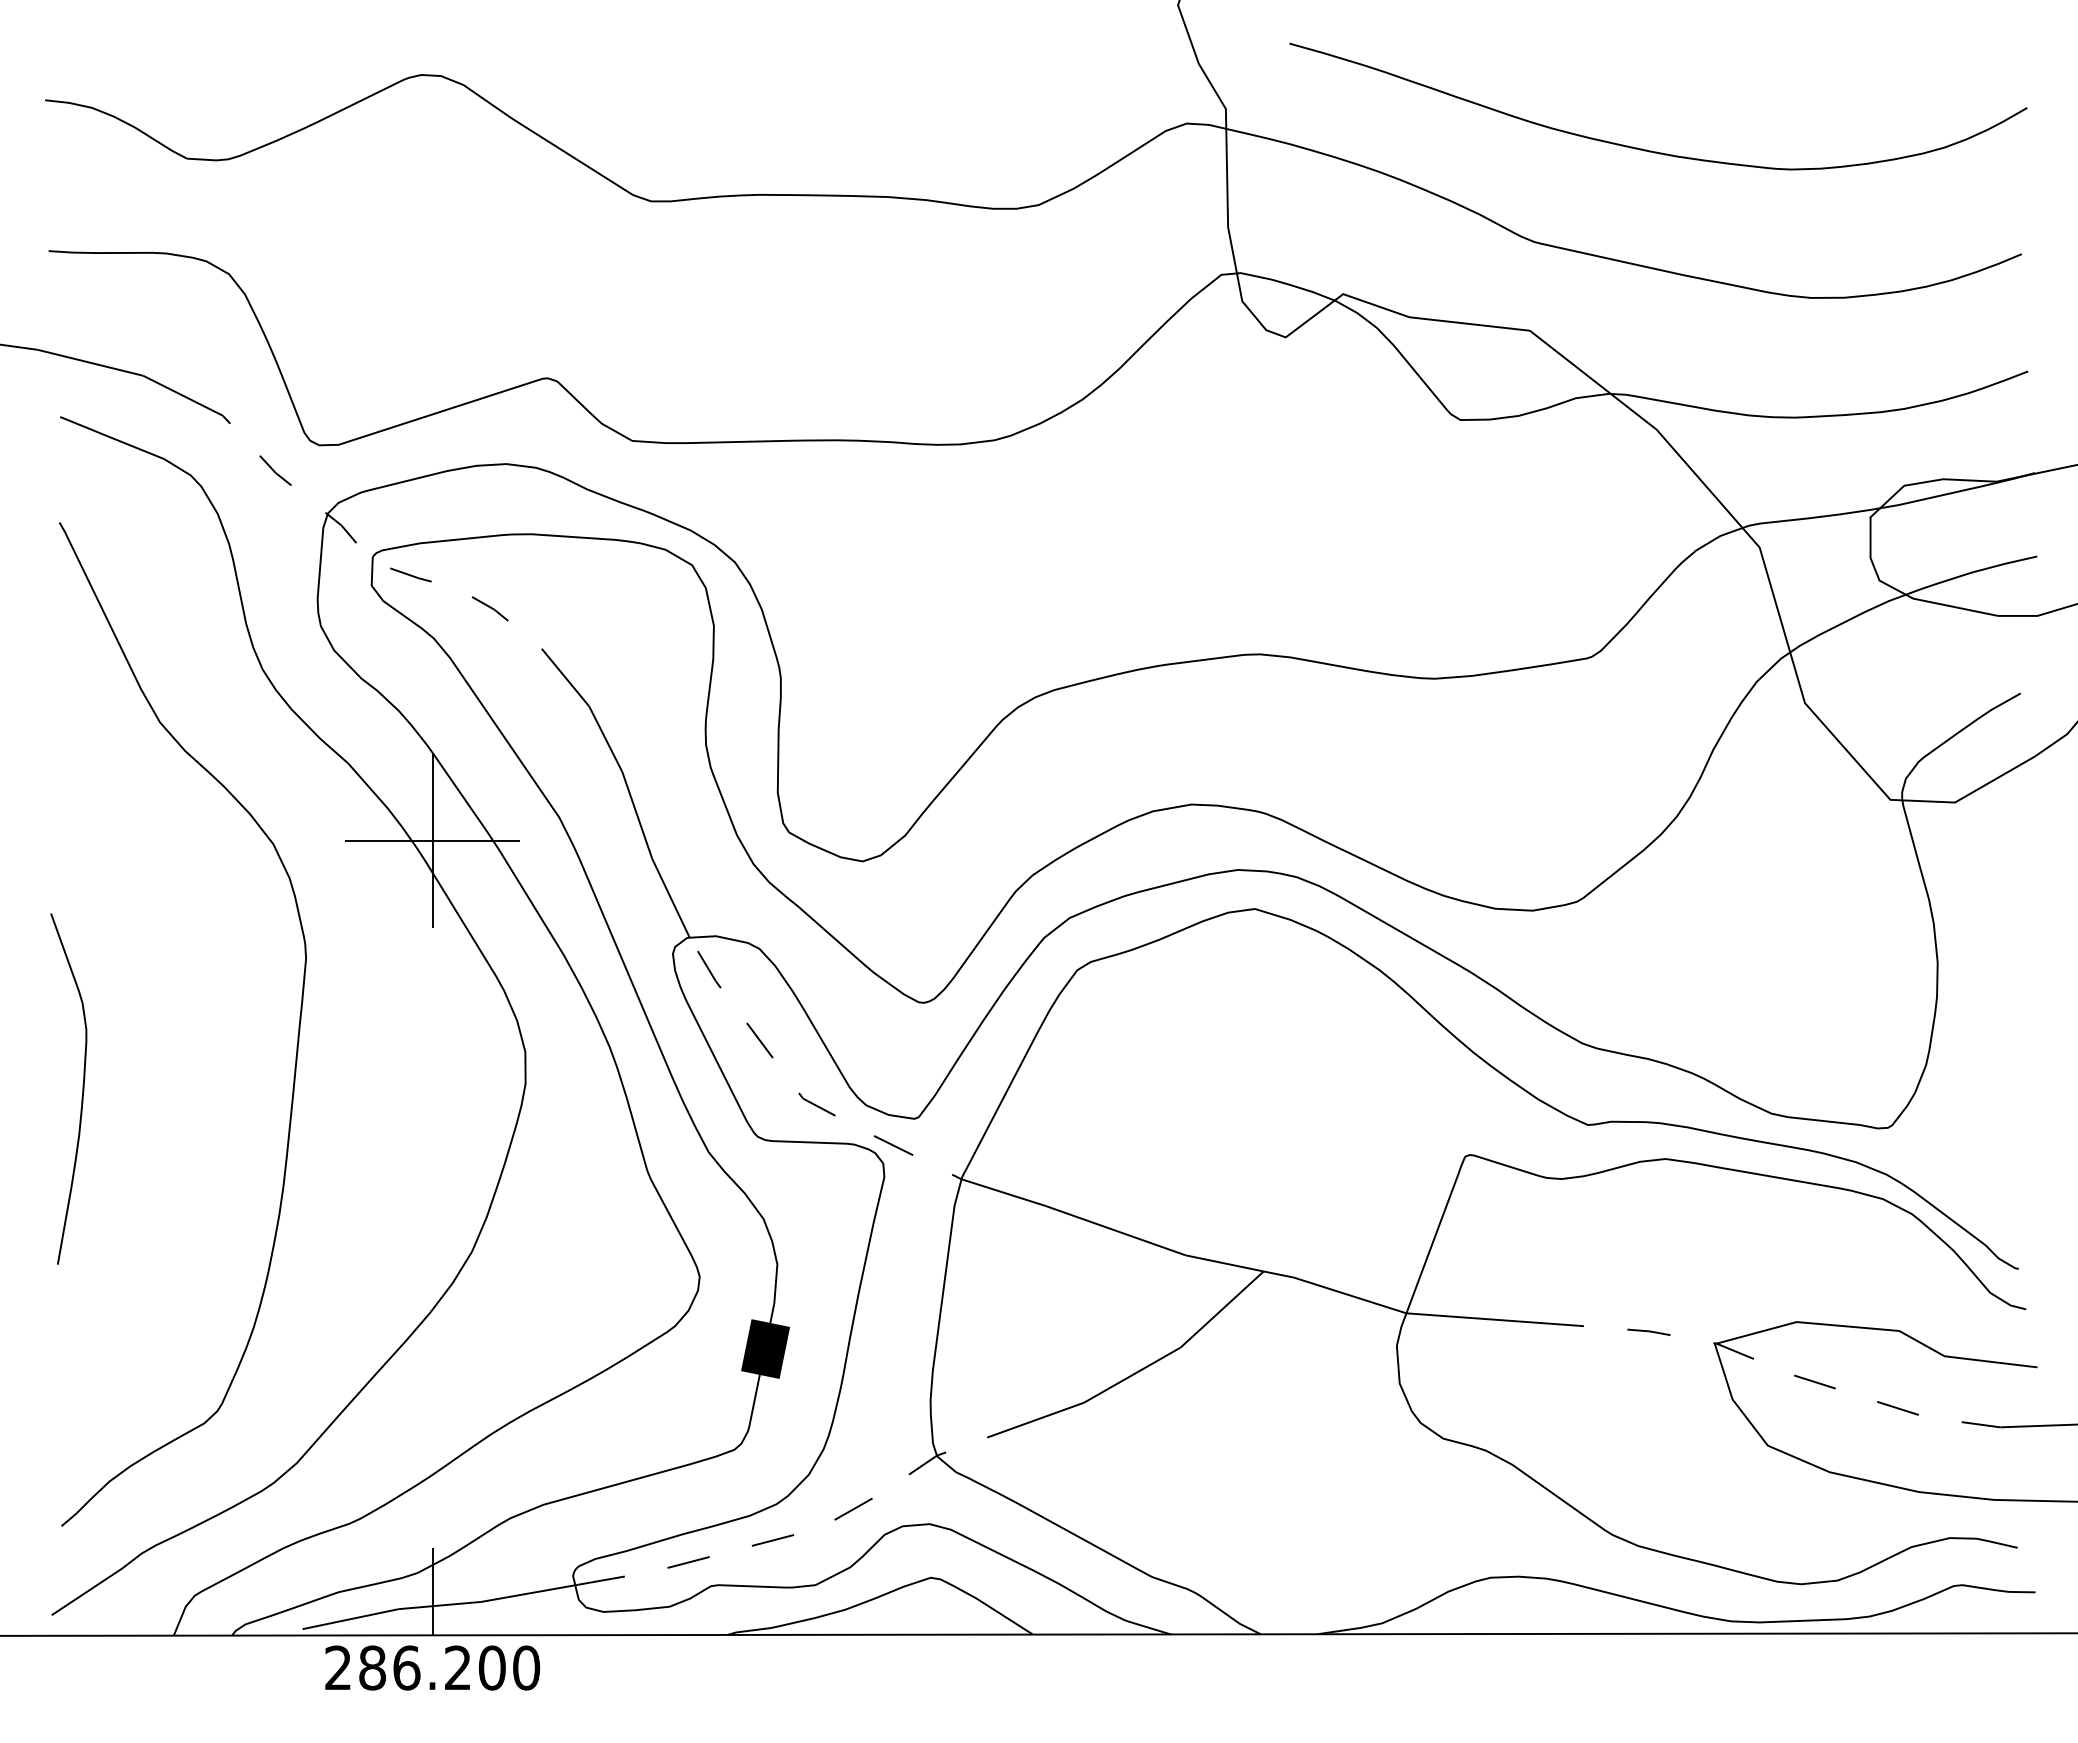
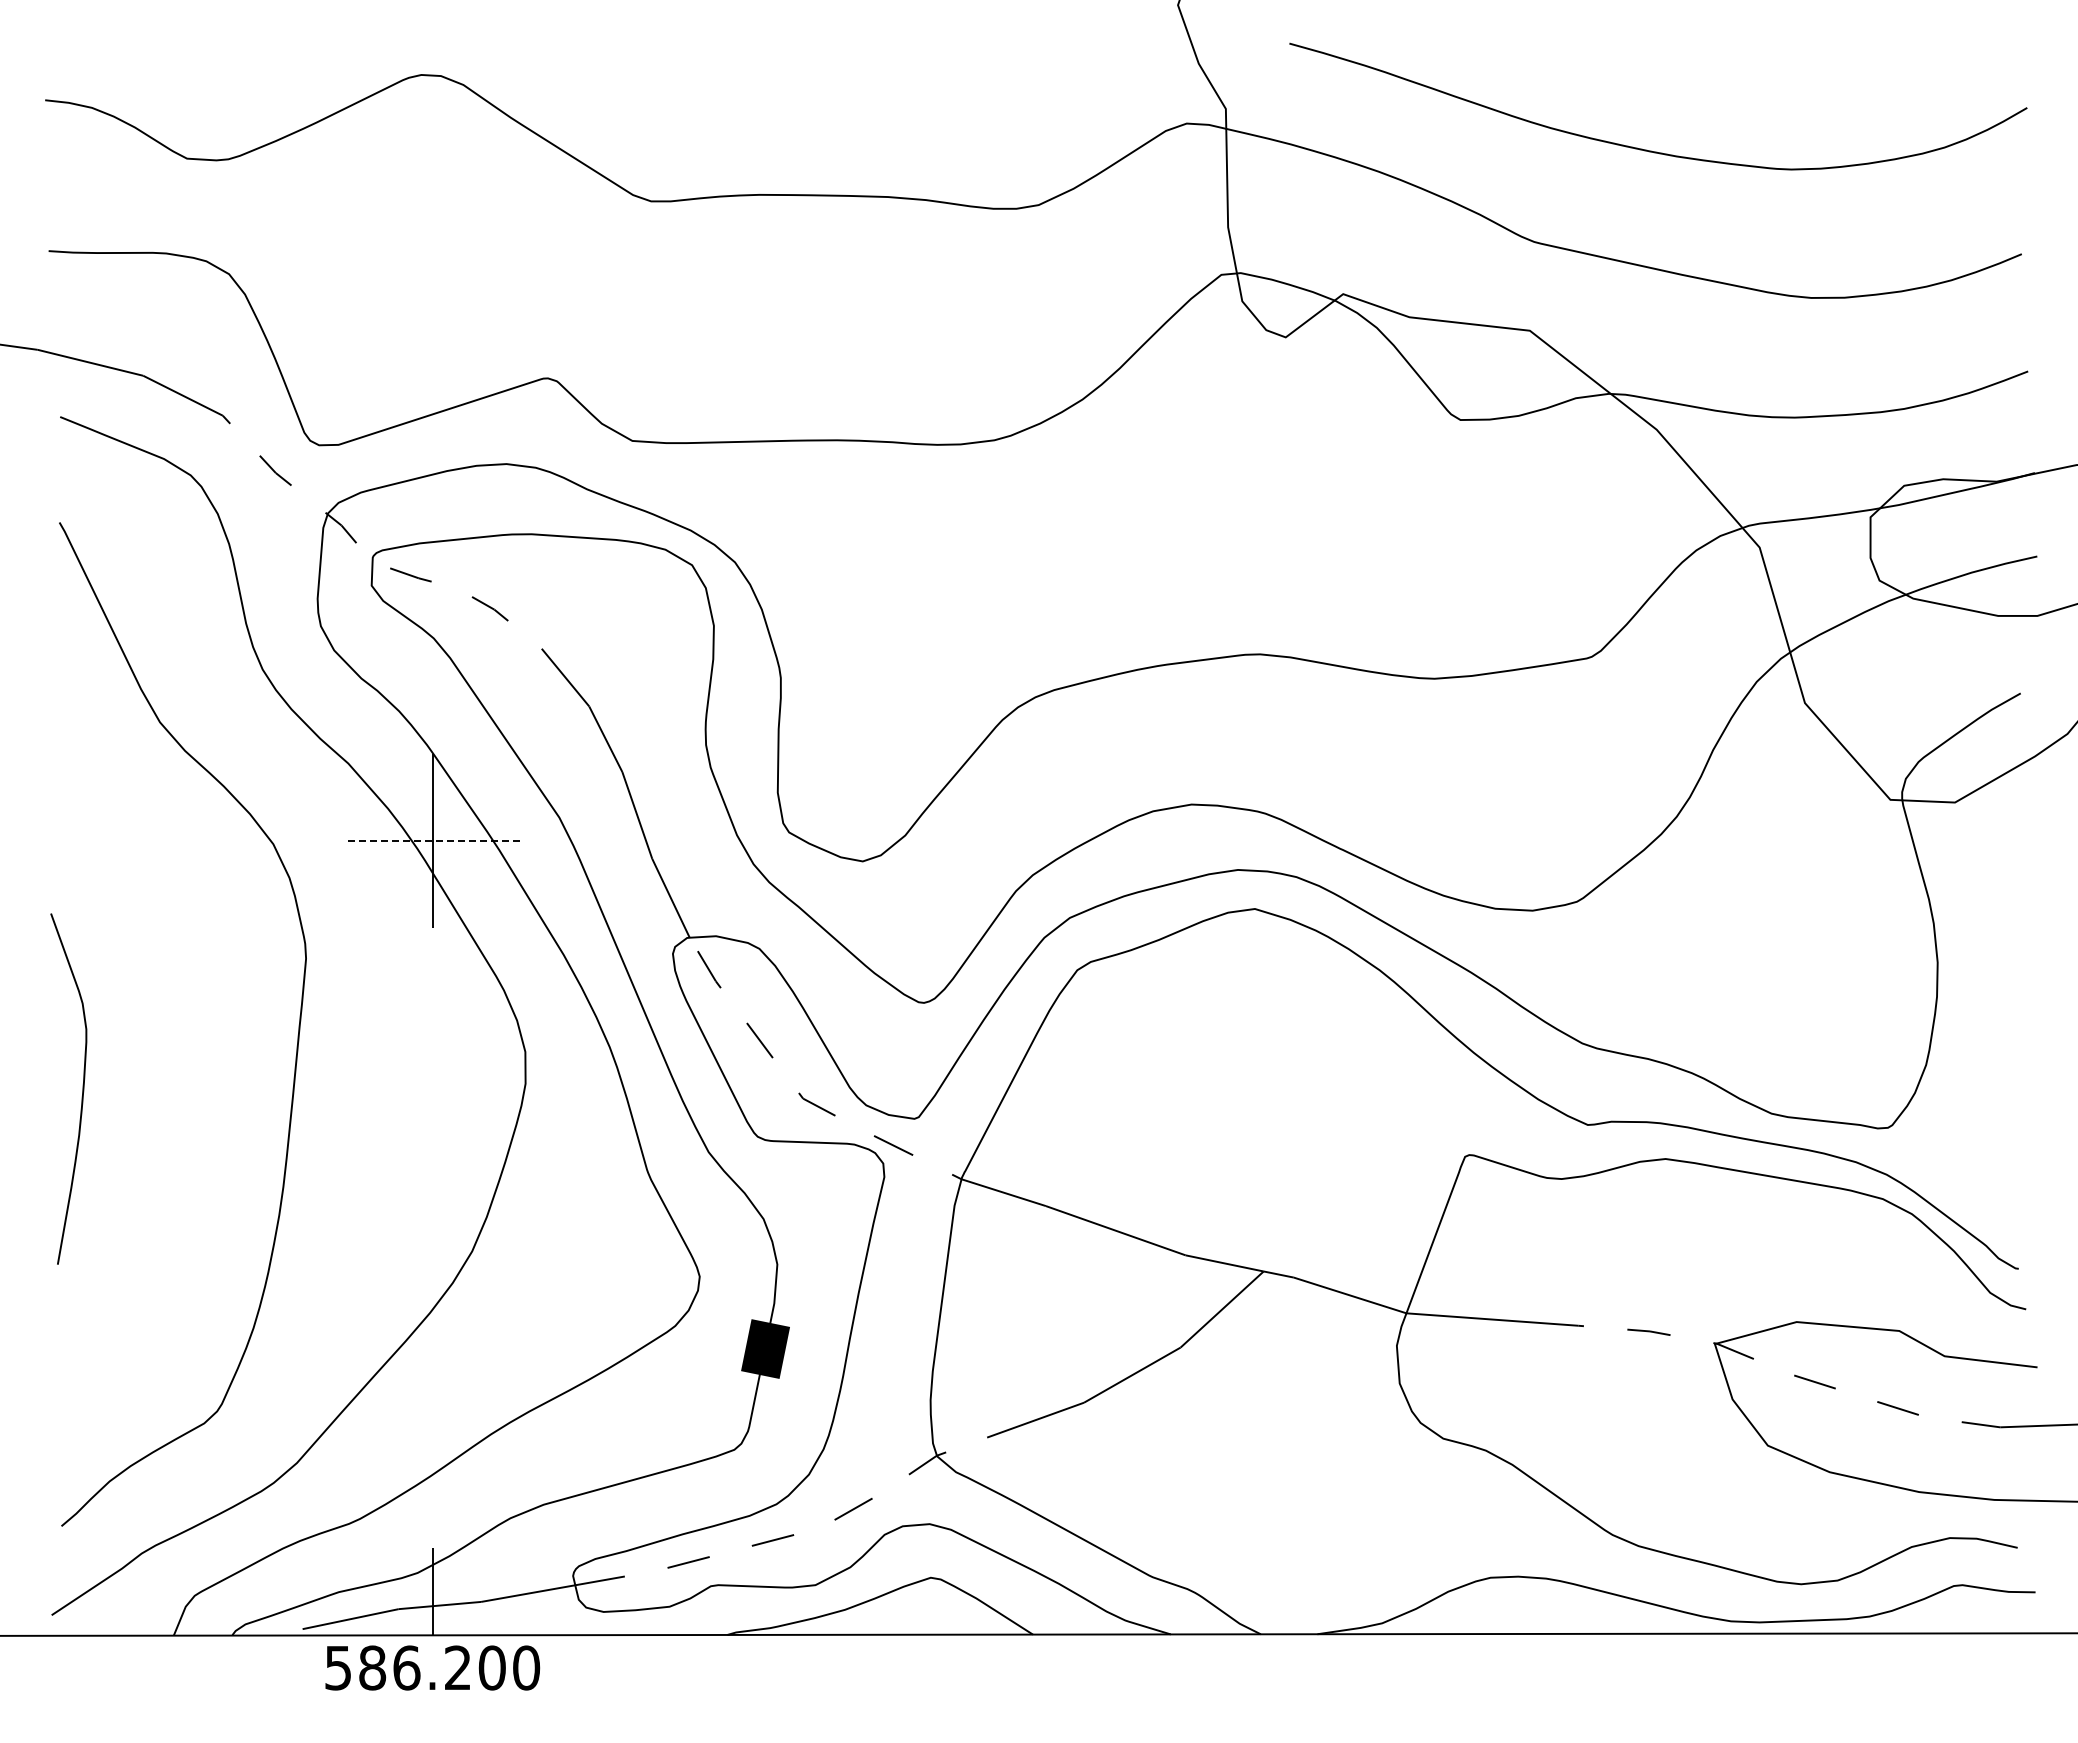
line at (432, 841): solid -> dashed
text at (337, 1667): 286.200 -> 586.200
